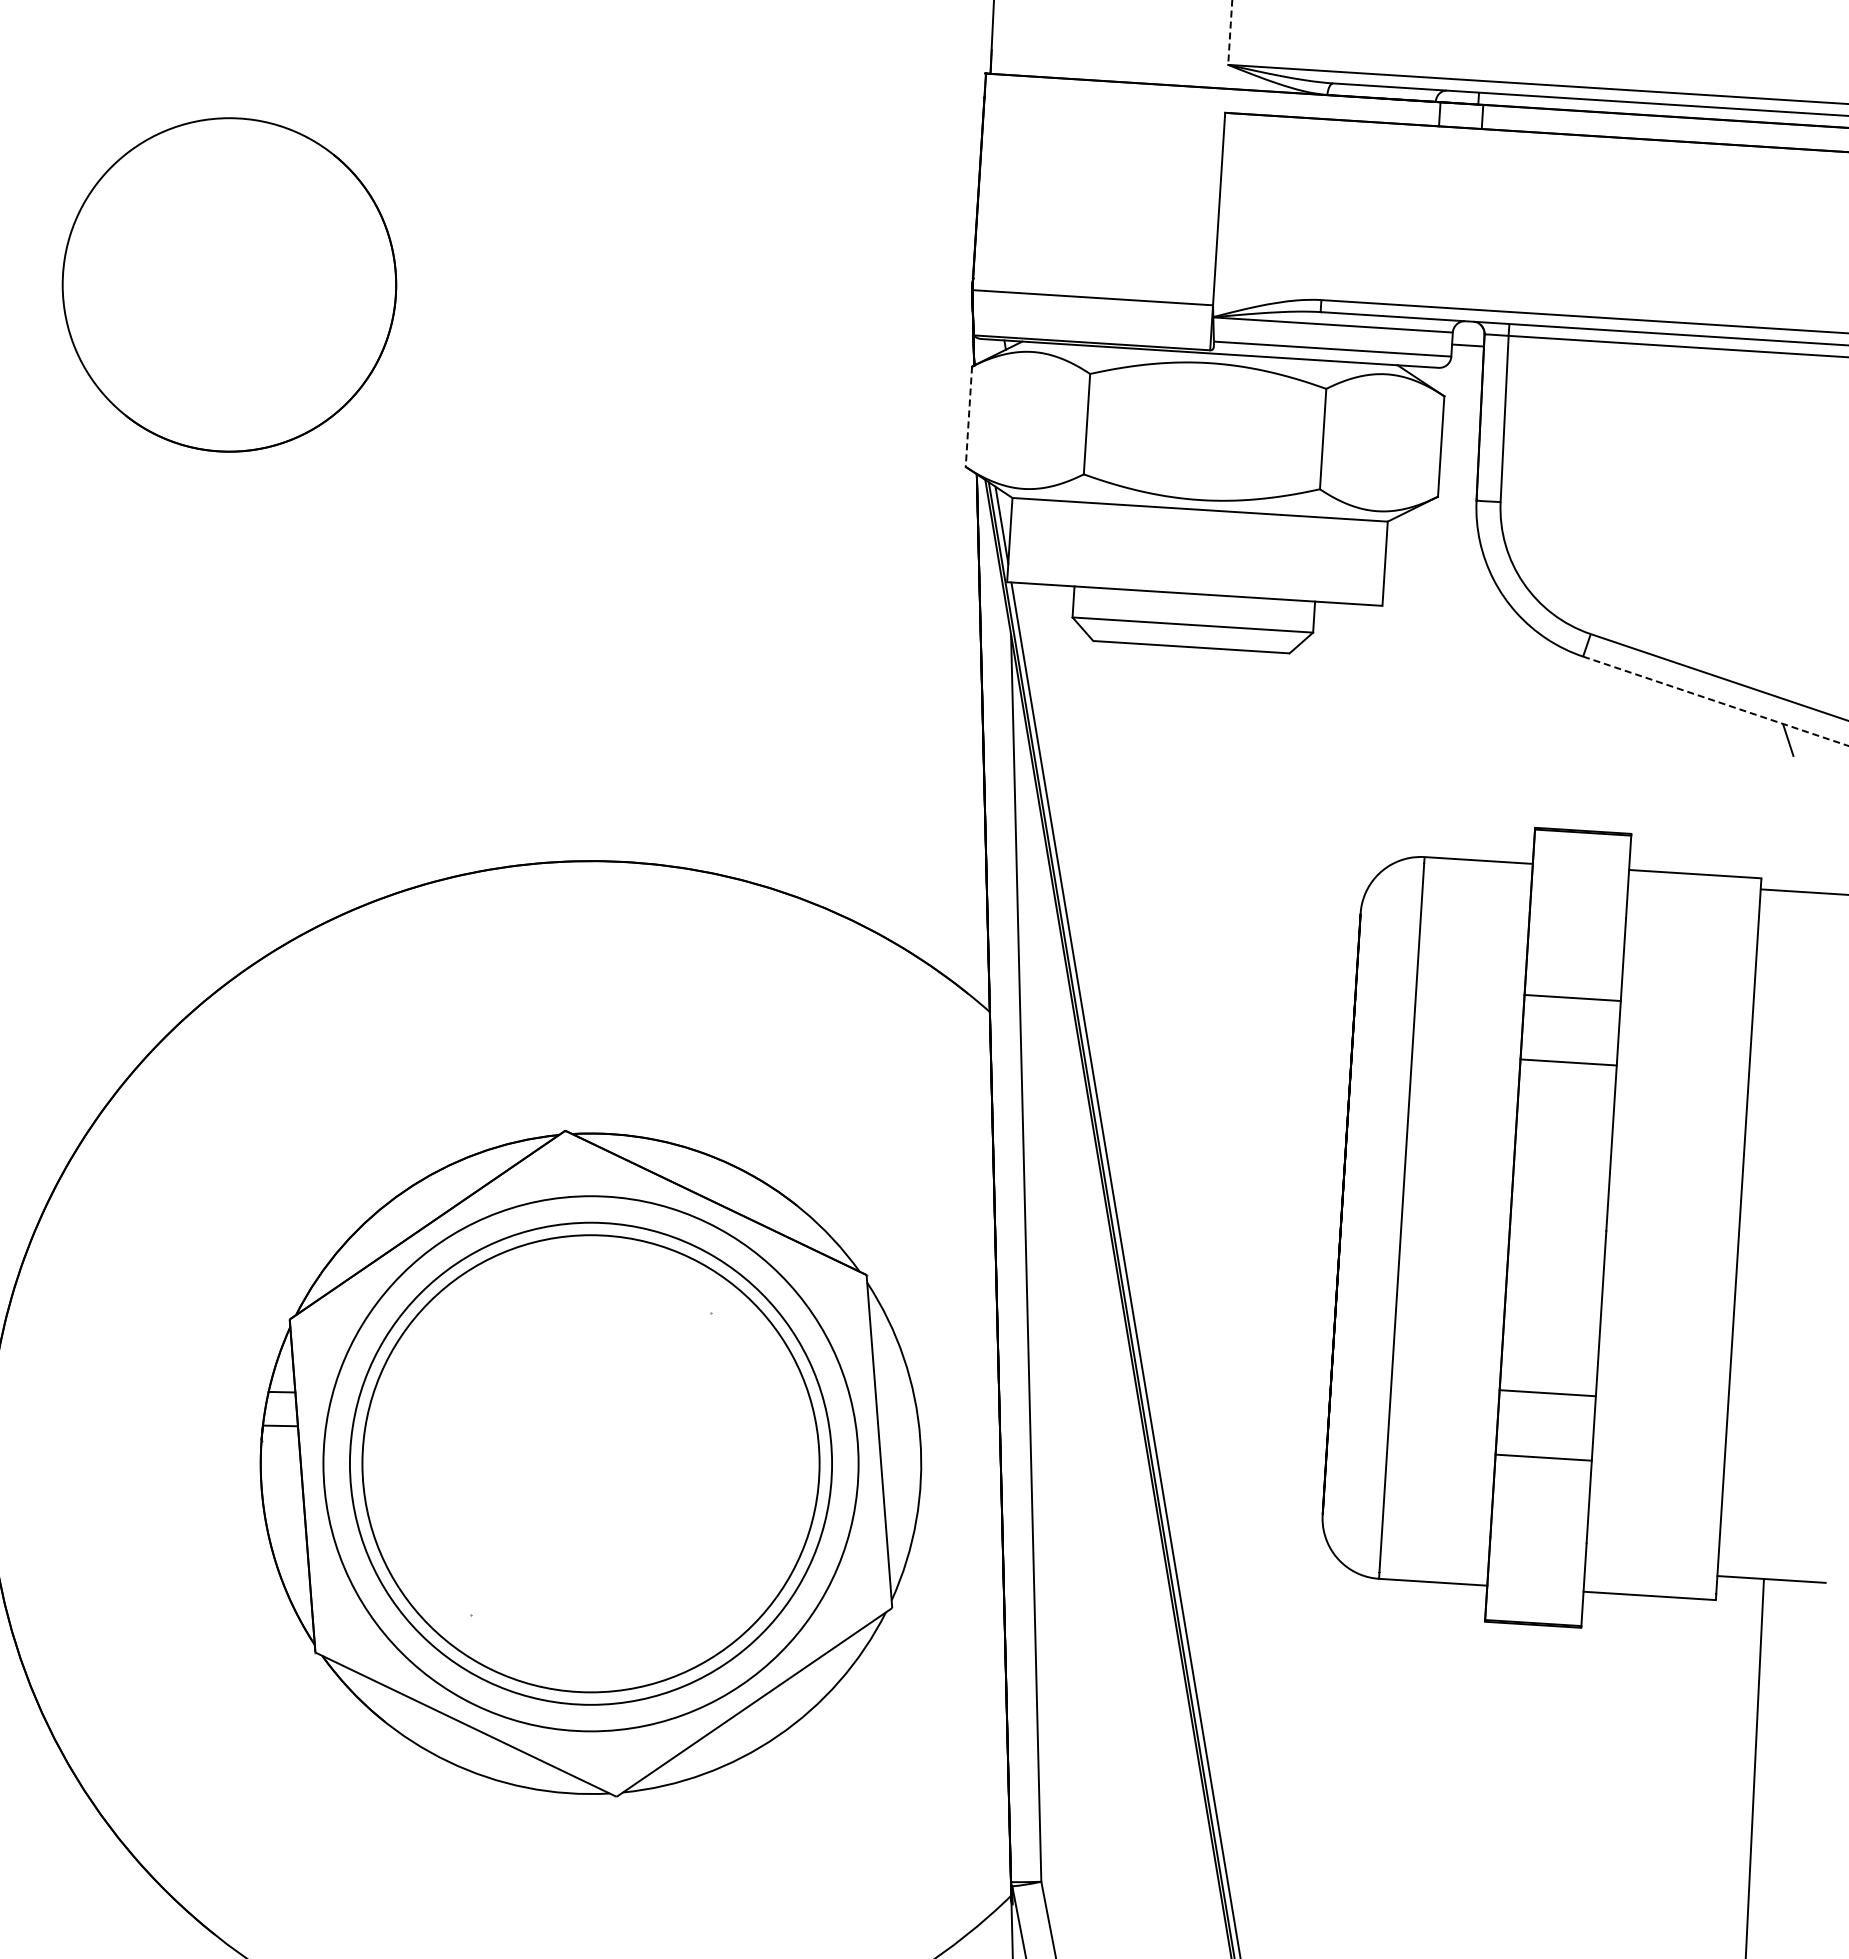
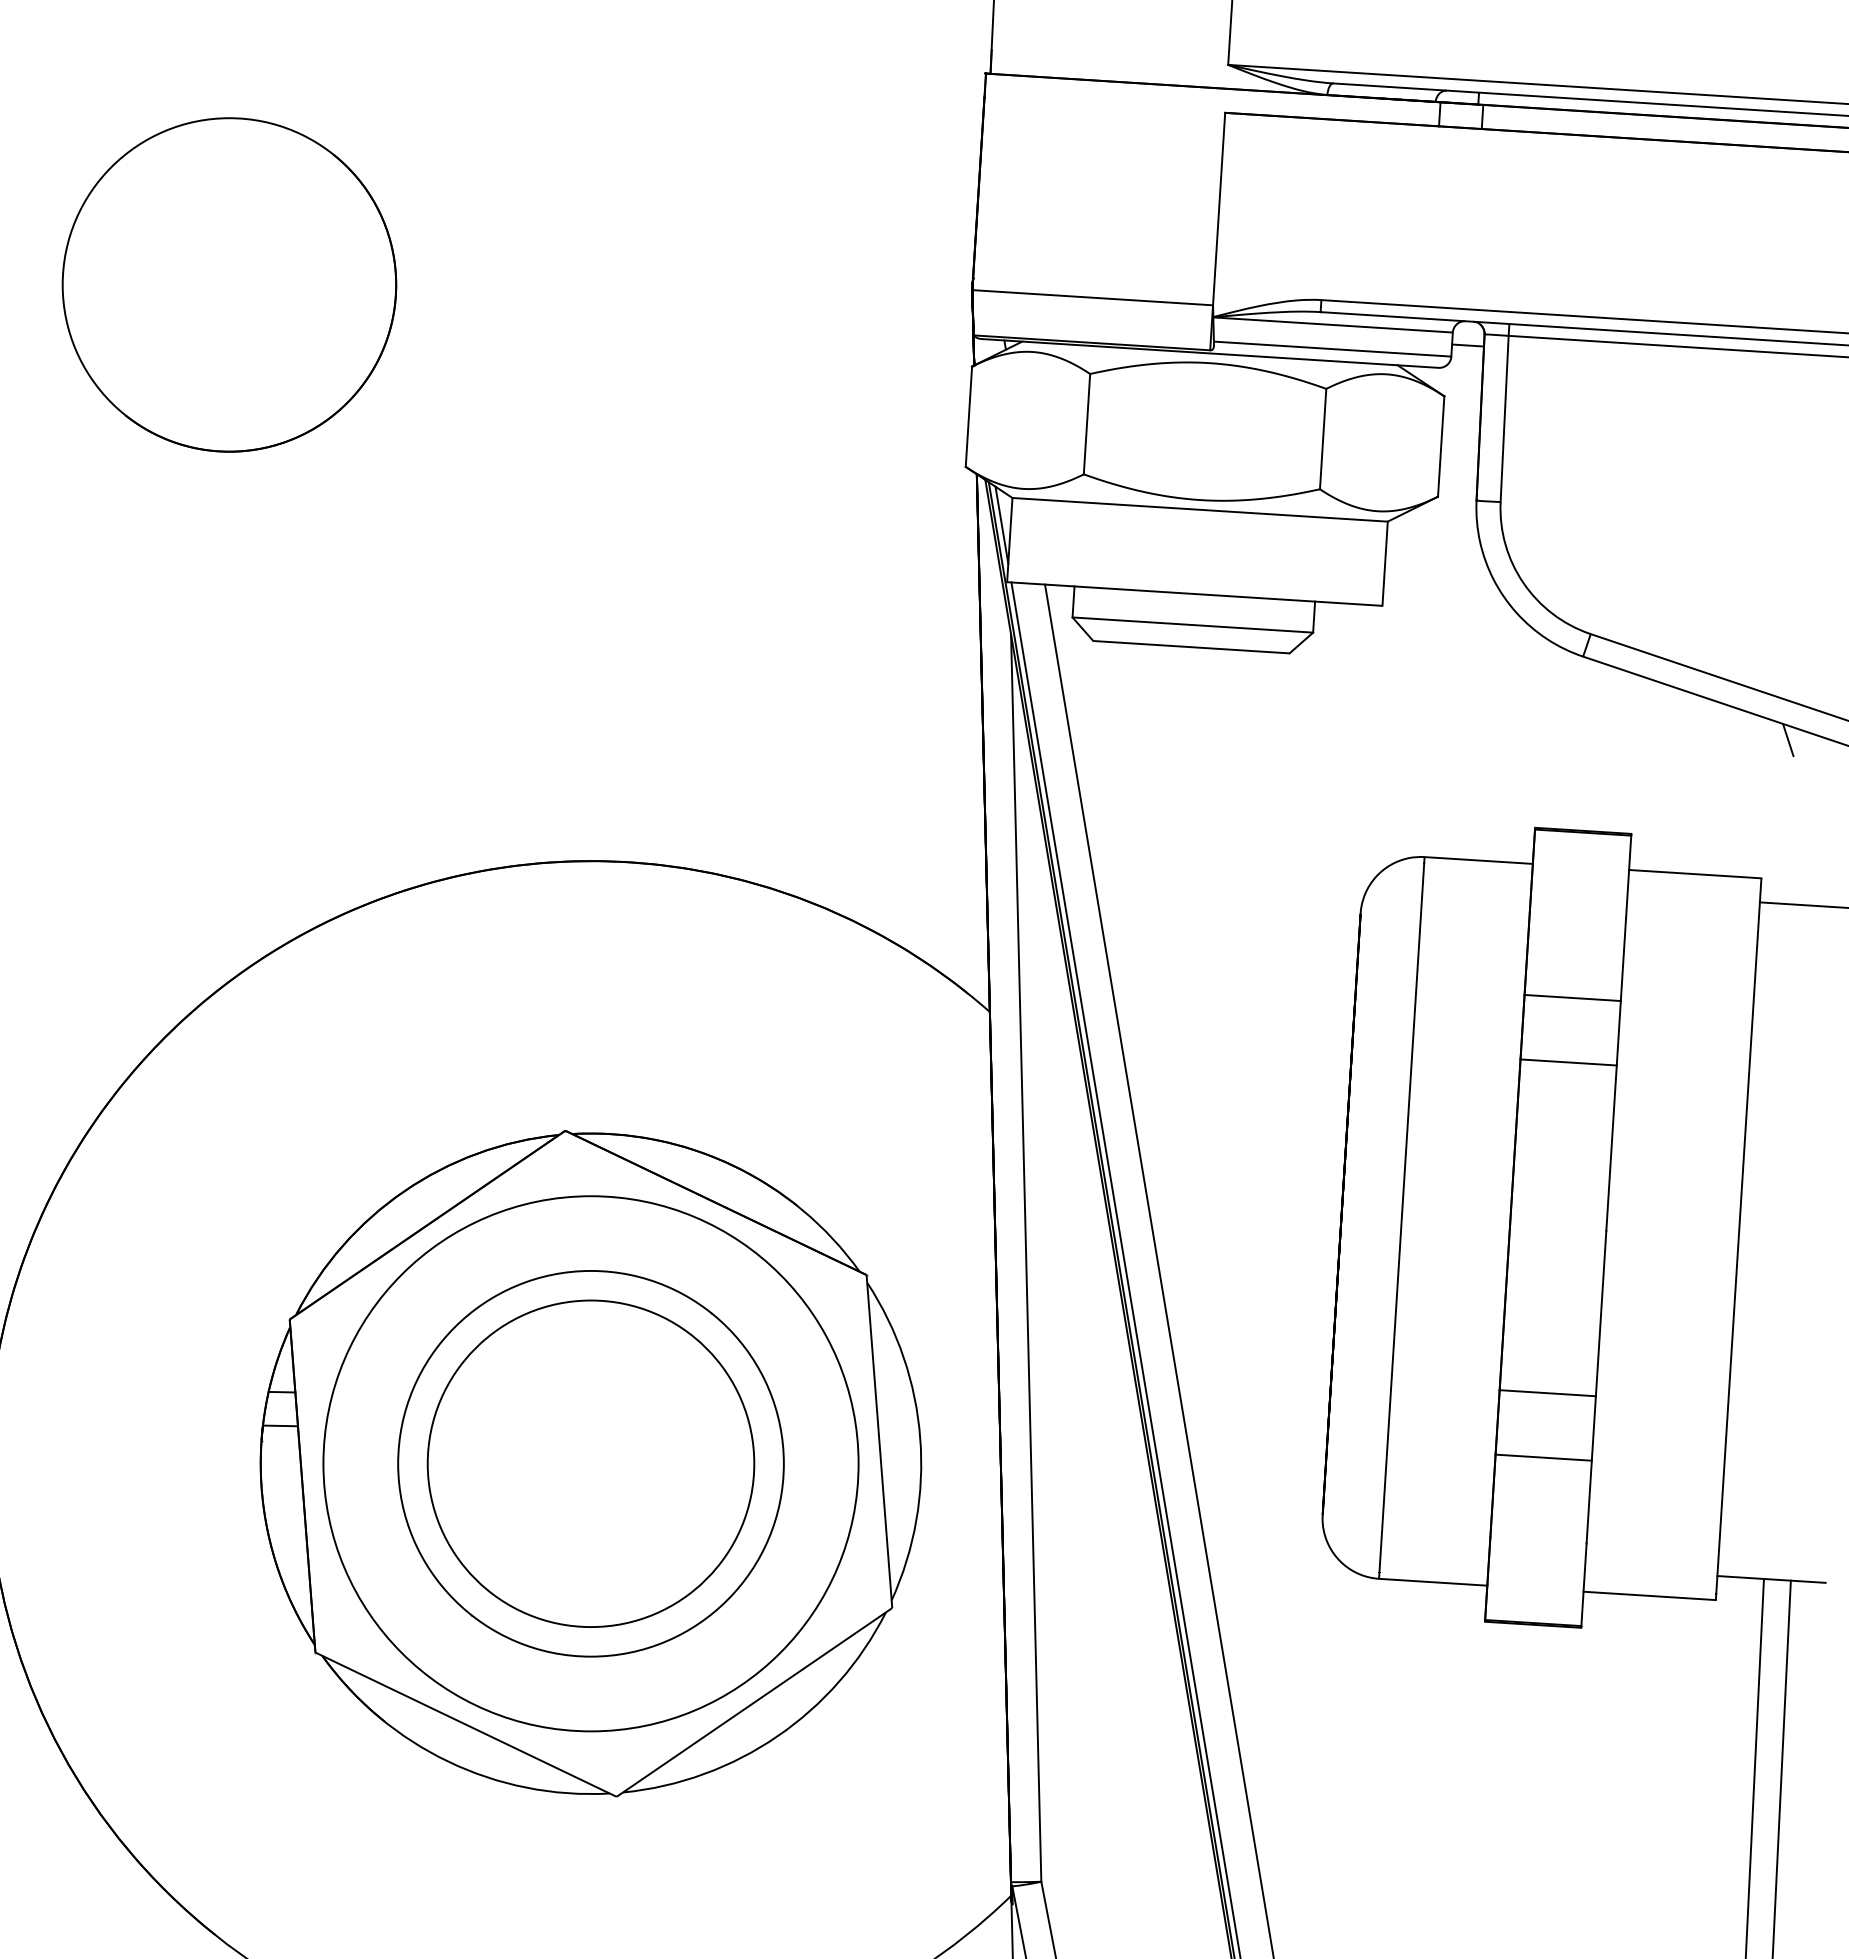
line at (1230, 32): dashed -> solid
line at (968, 417): dashed -> solid
line at (1715, 701): dashed -> solid
line at (1802, 891) position: (1802, 891) -> (1802, 904)
line at (1159, 1269): none -> present
circle at (590, 1463) diameter: 457 px -> 327 px
circle at (590, 1463) diameter: 482 px -> 386 px
line at (1781, 1767): none -> present
